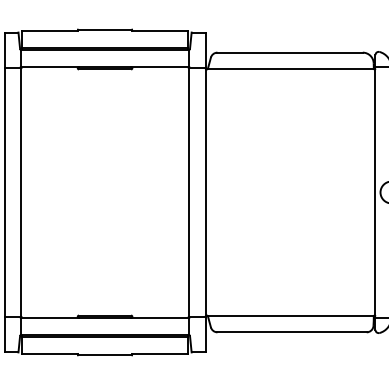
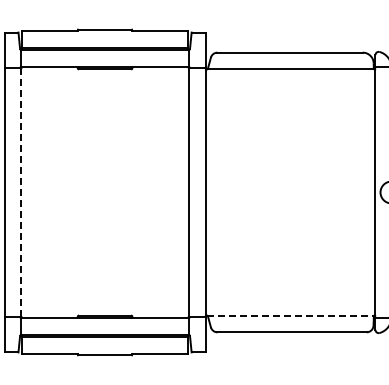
line at (21, 192): solid -> dashed
line at (290, 315): solid -> dashed
